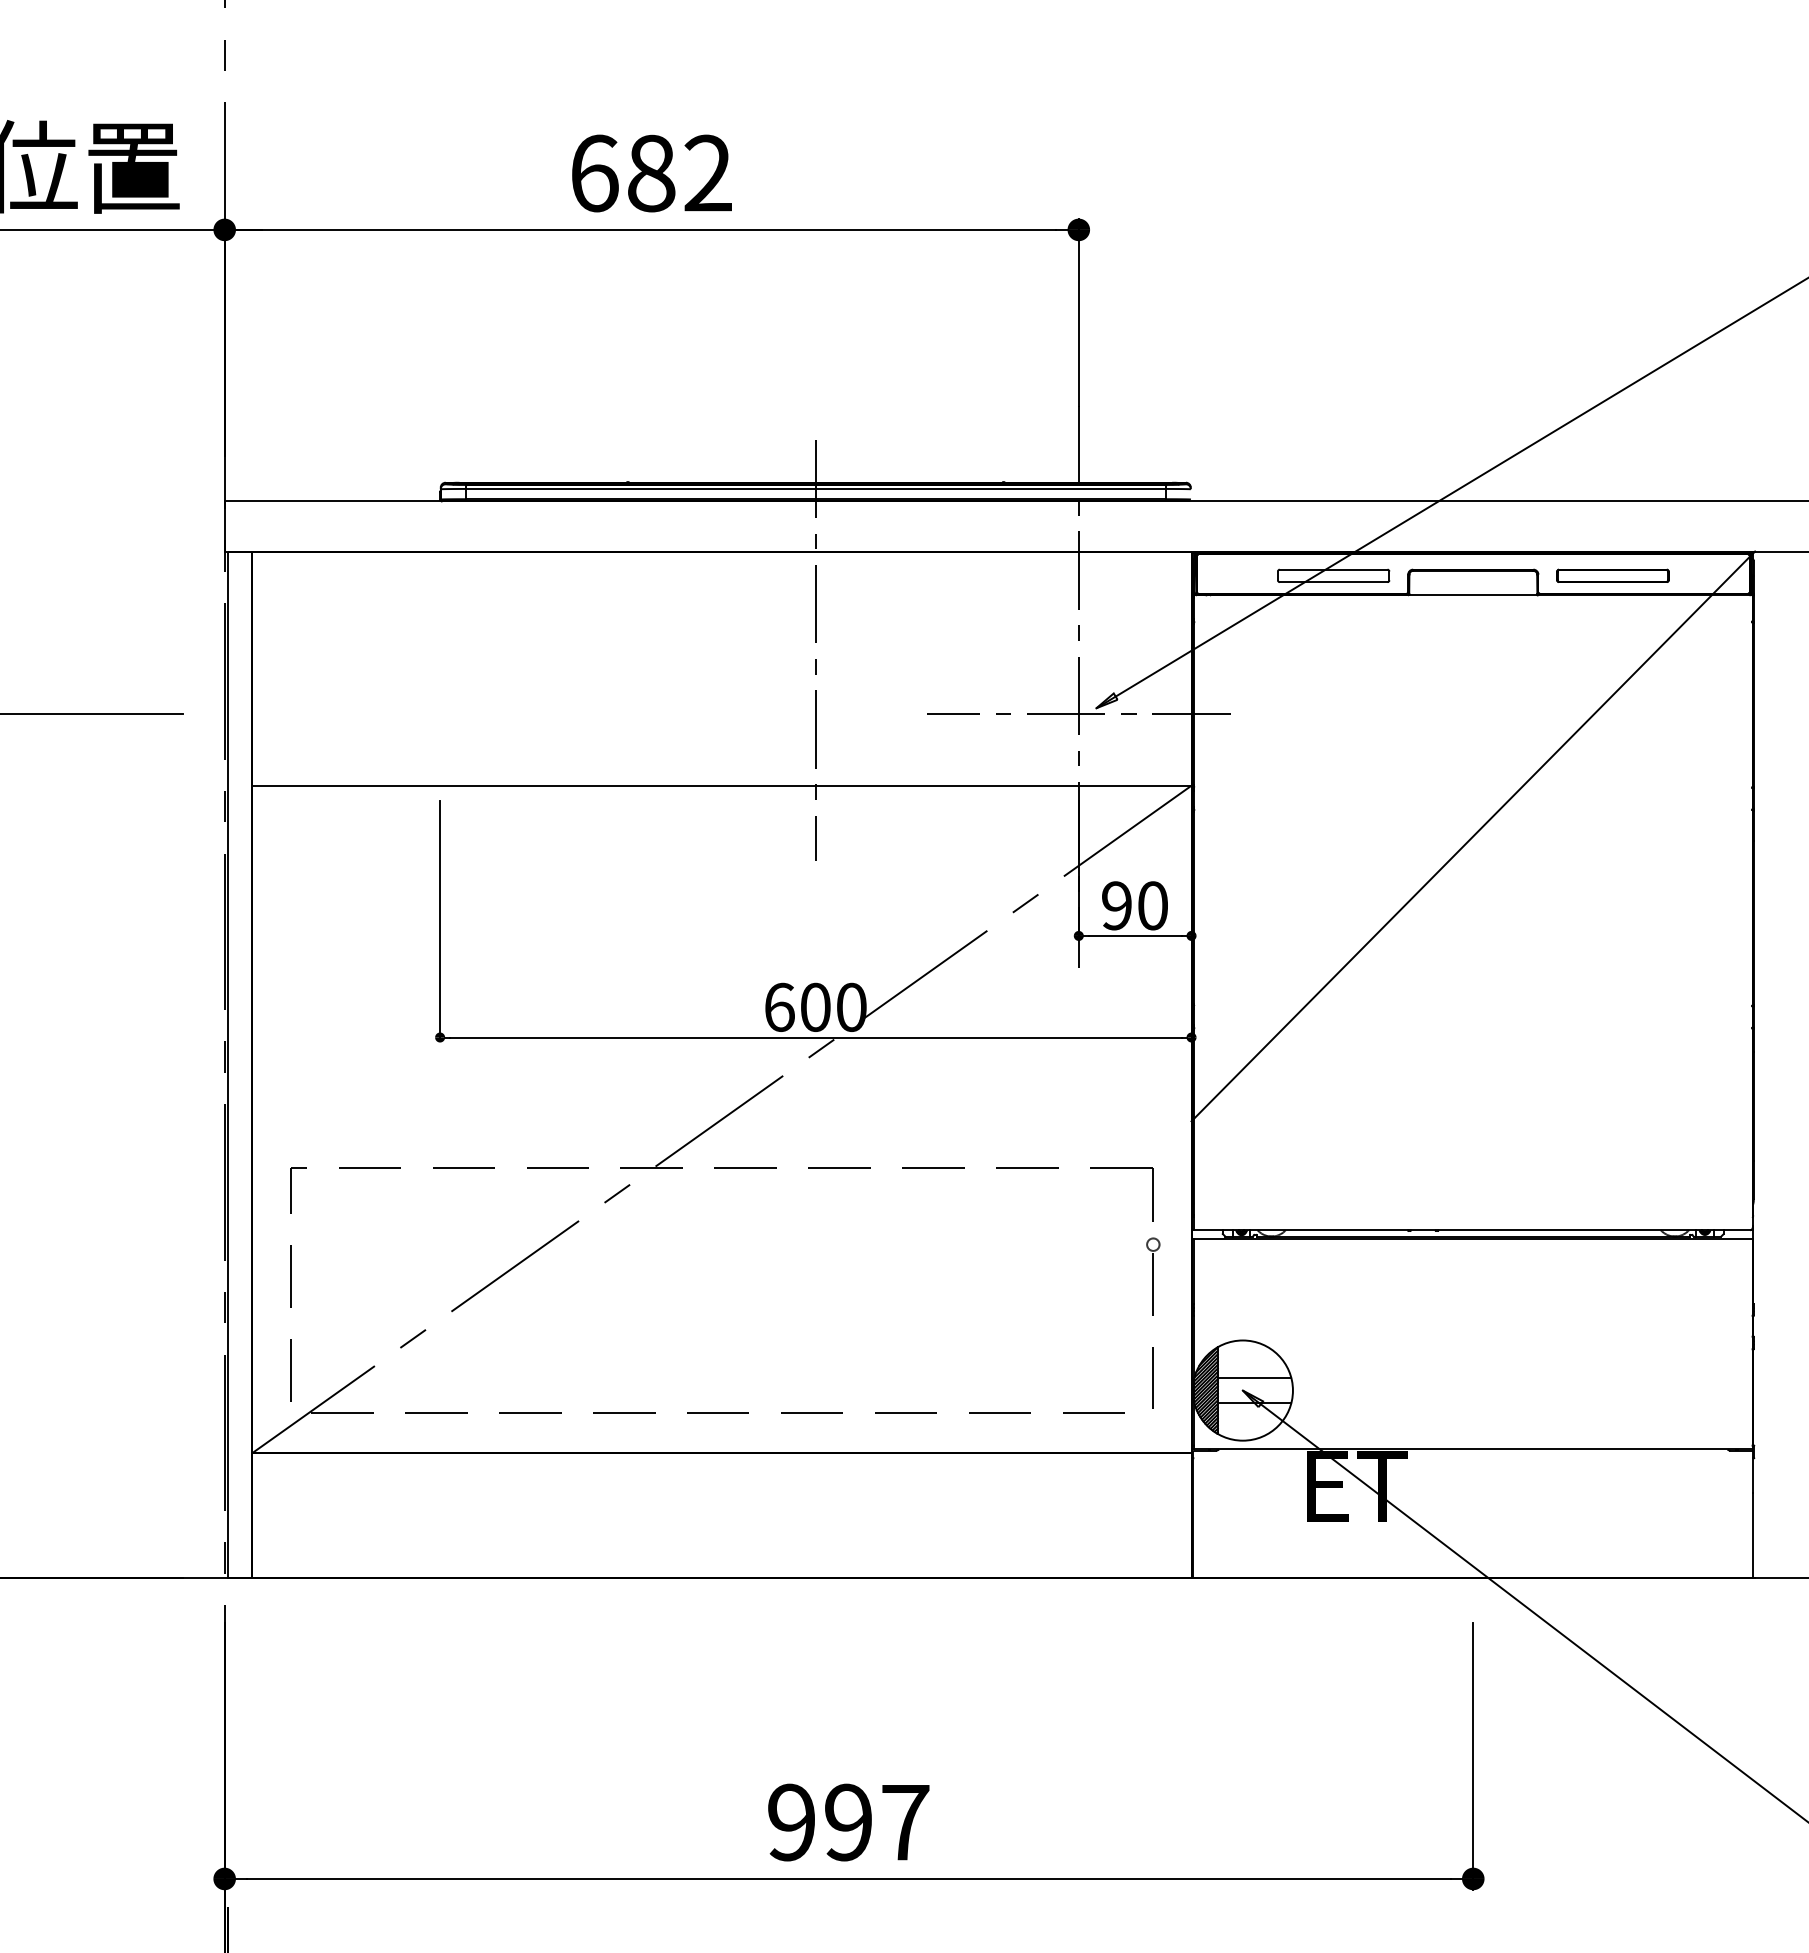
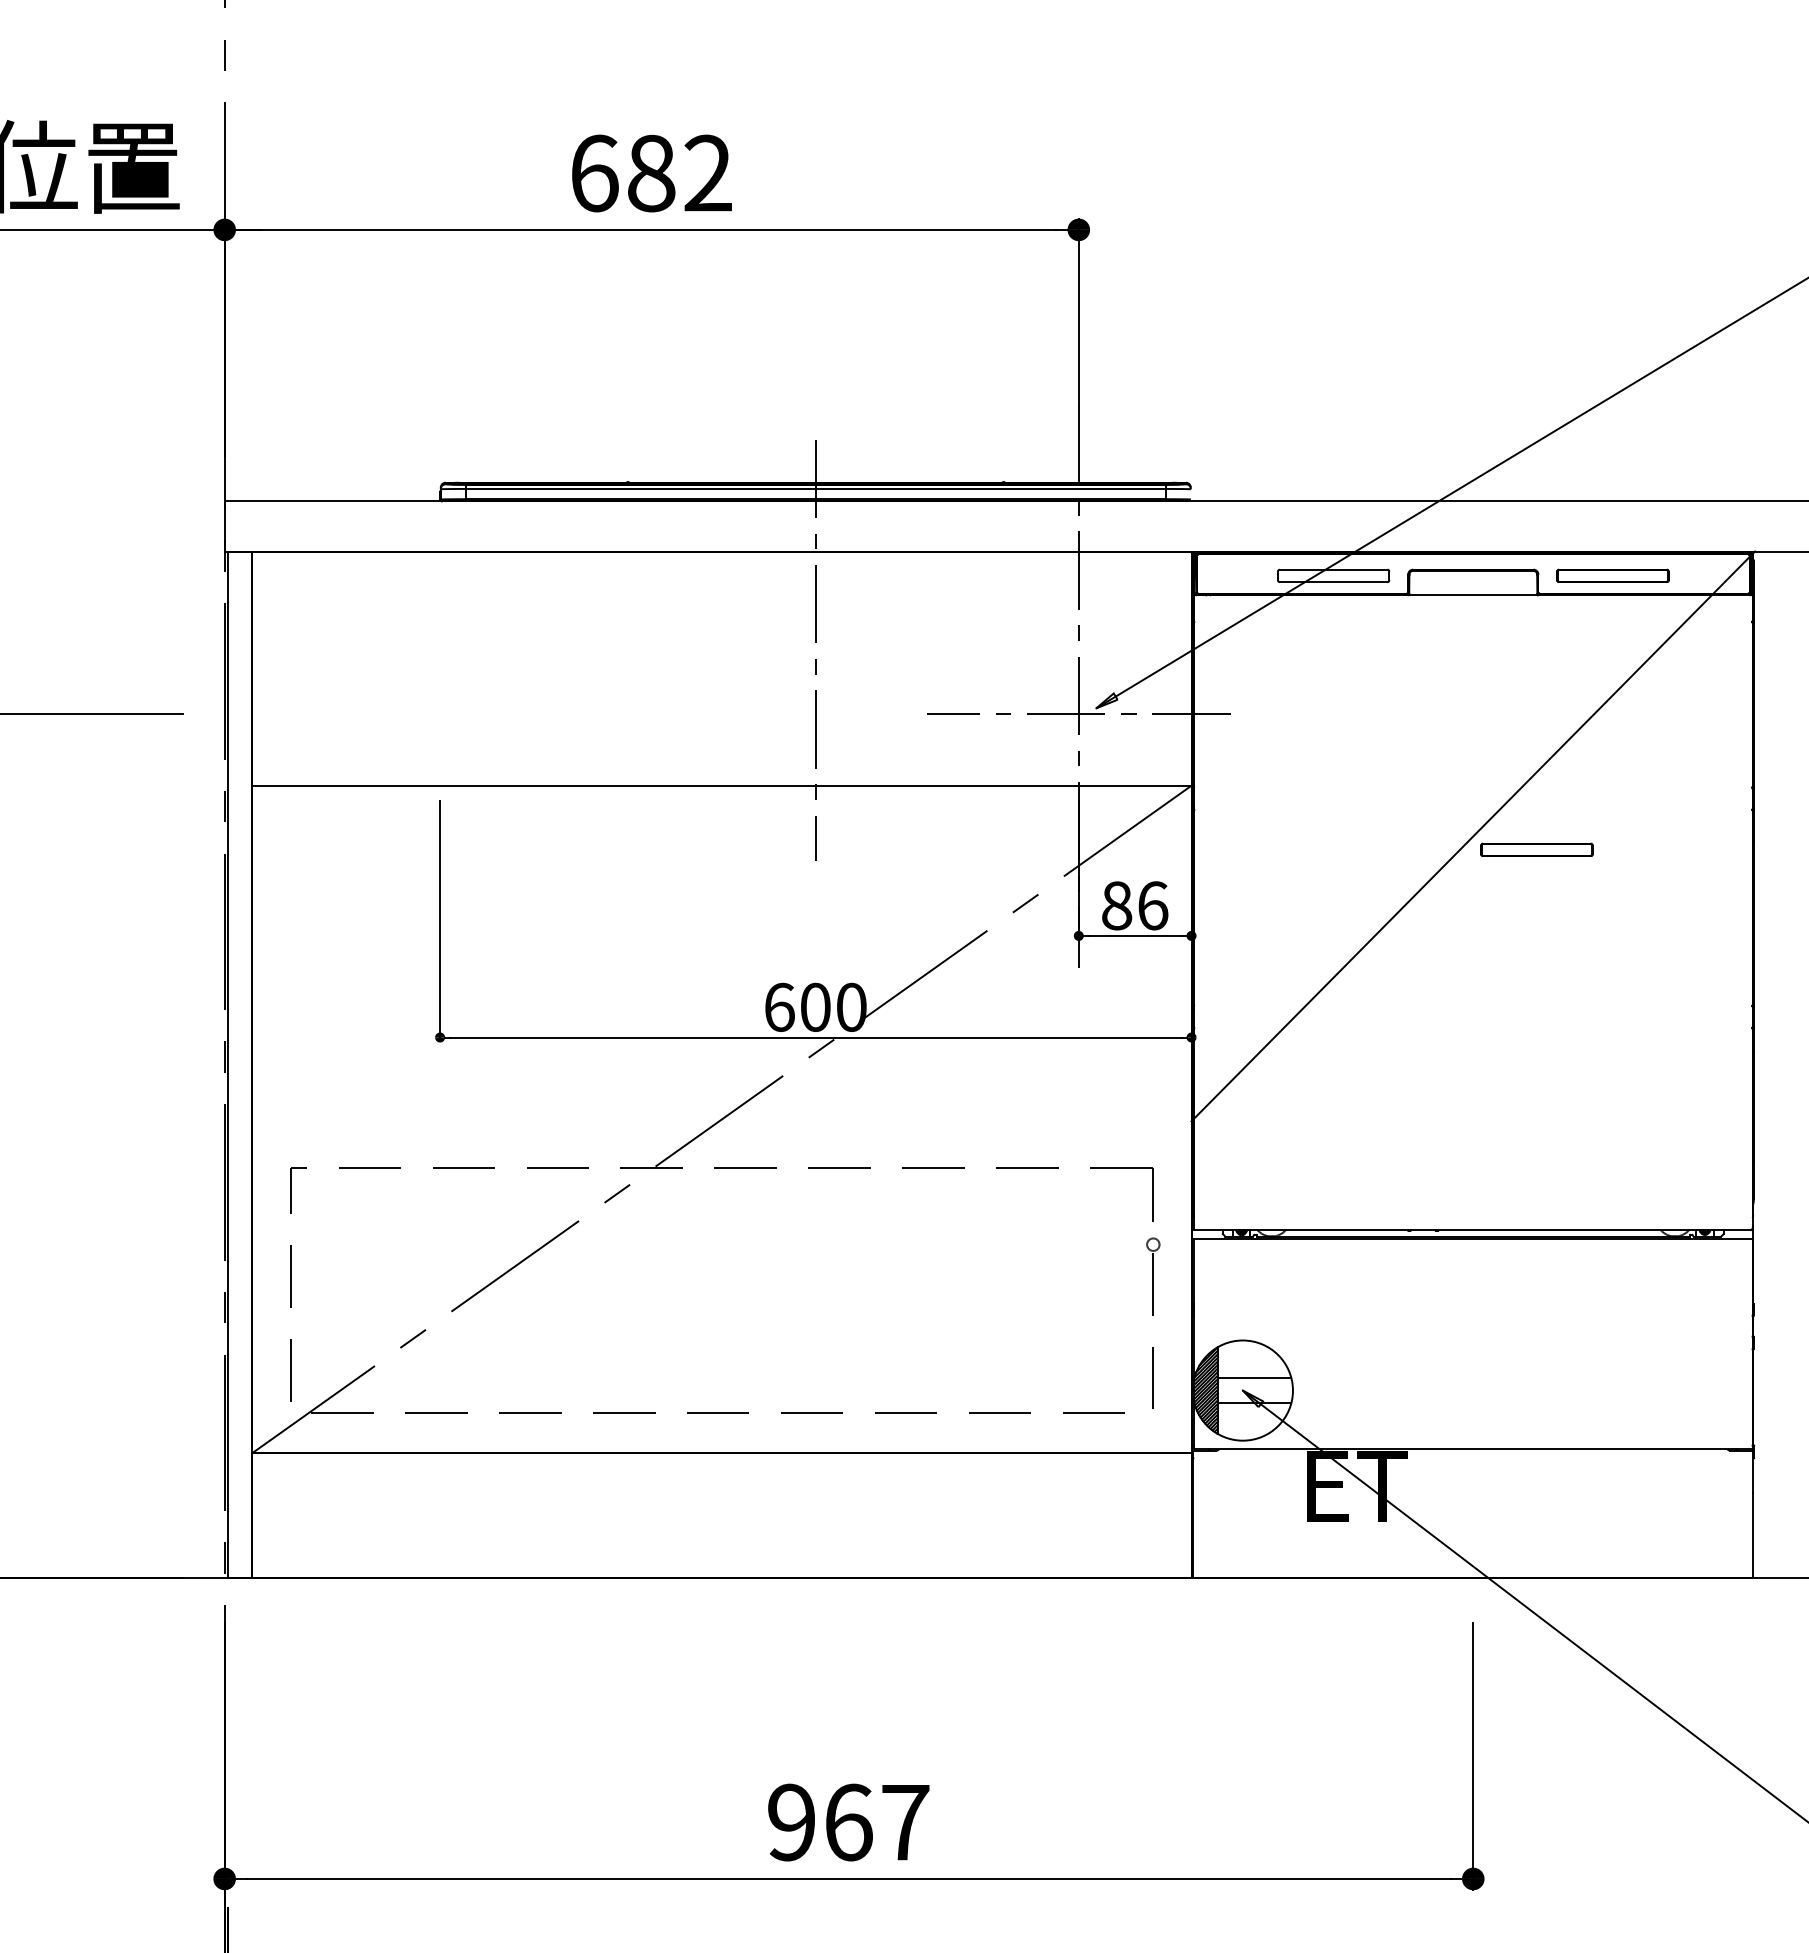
part at (1536, 849): none -> present
text at (1135, 905): 90 -> 86
text at (848, 1822): 997 -> 967
